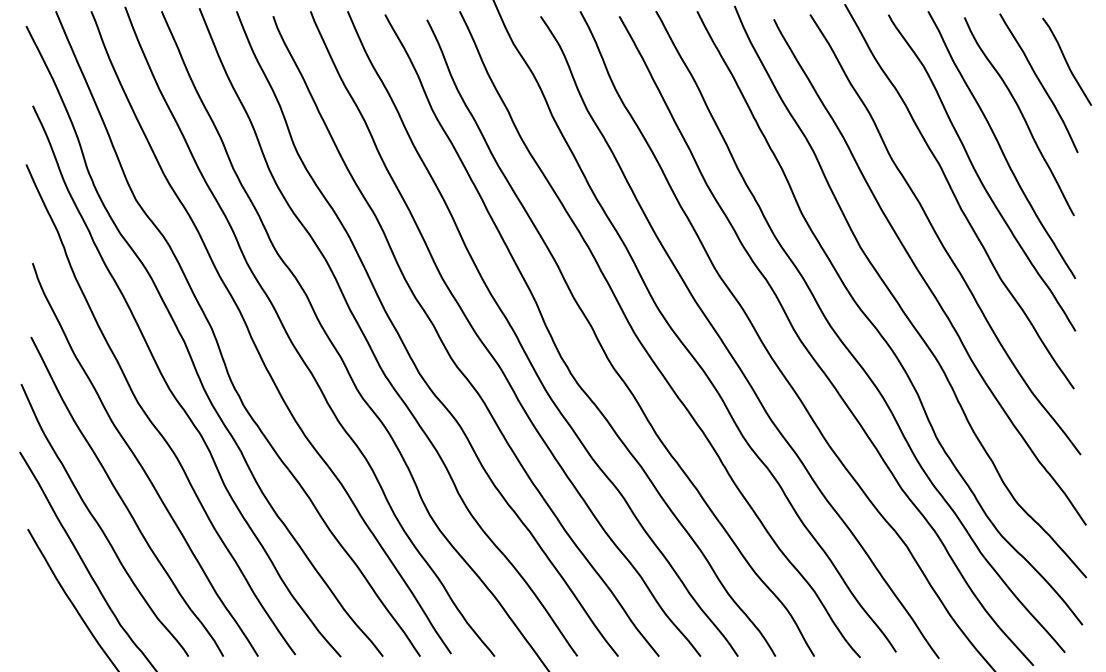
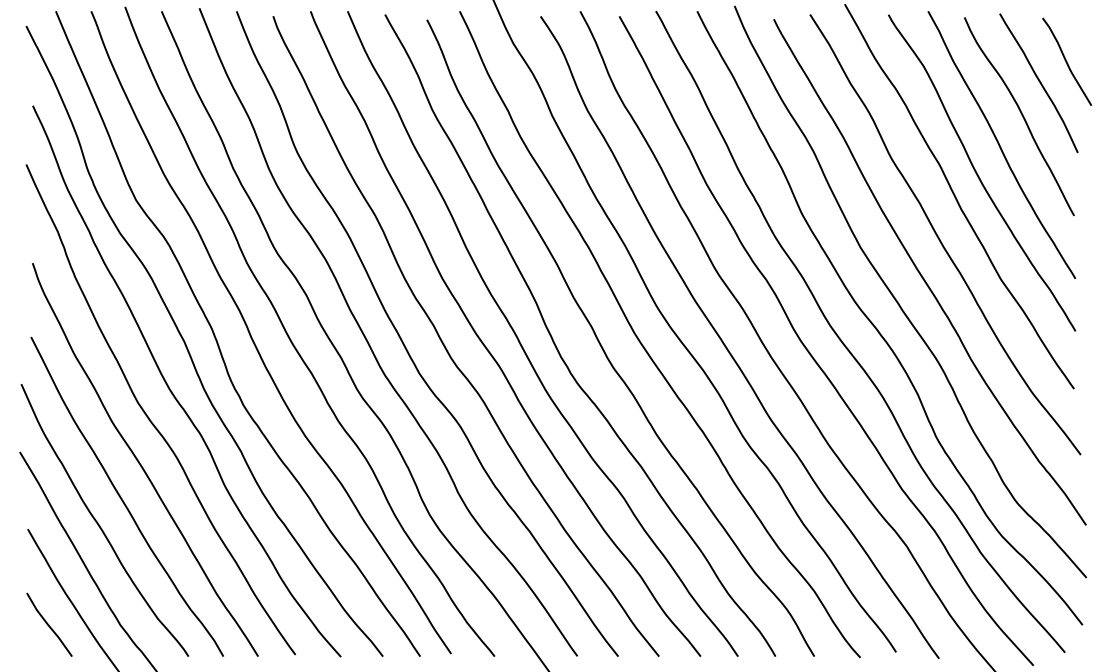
curve at (49, 624): none -> present
